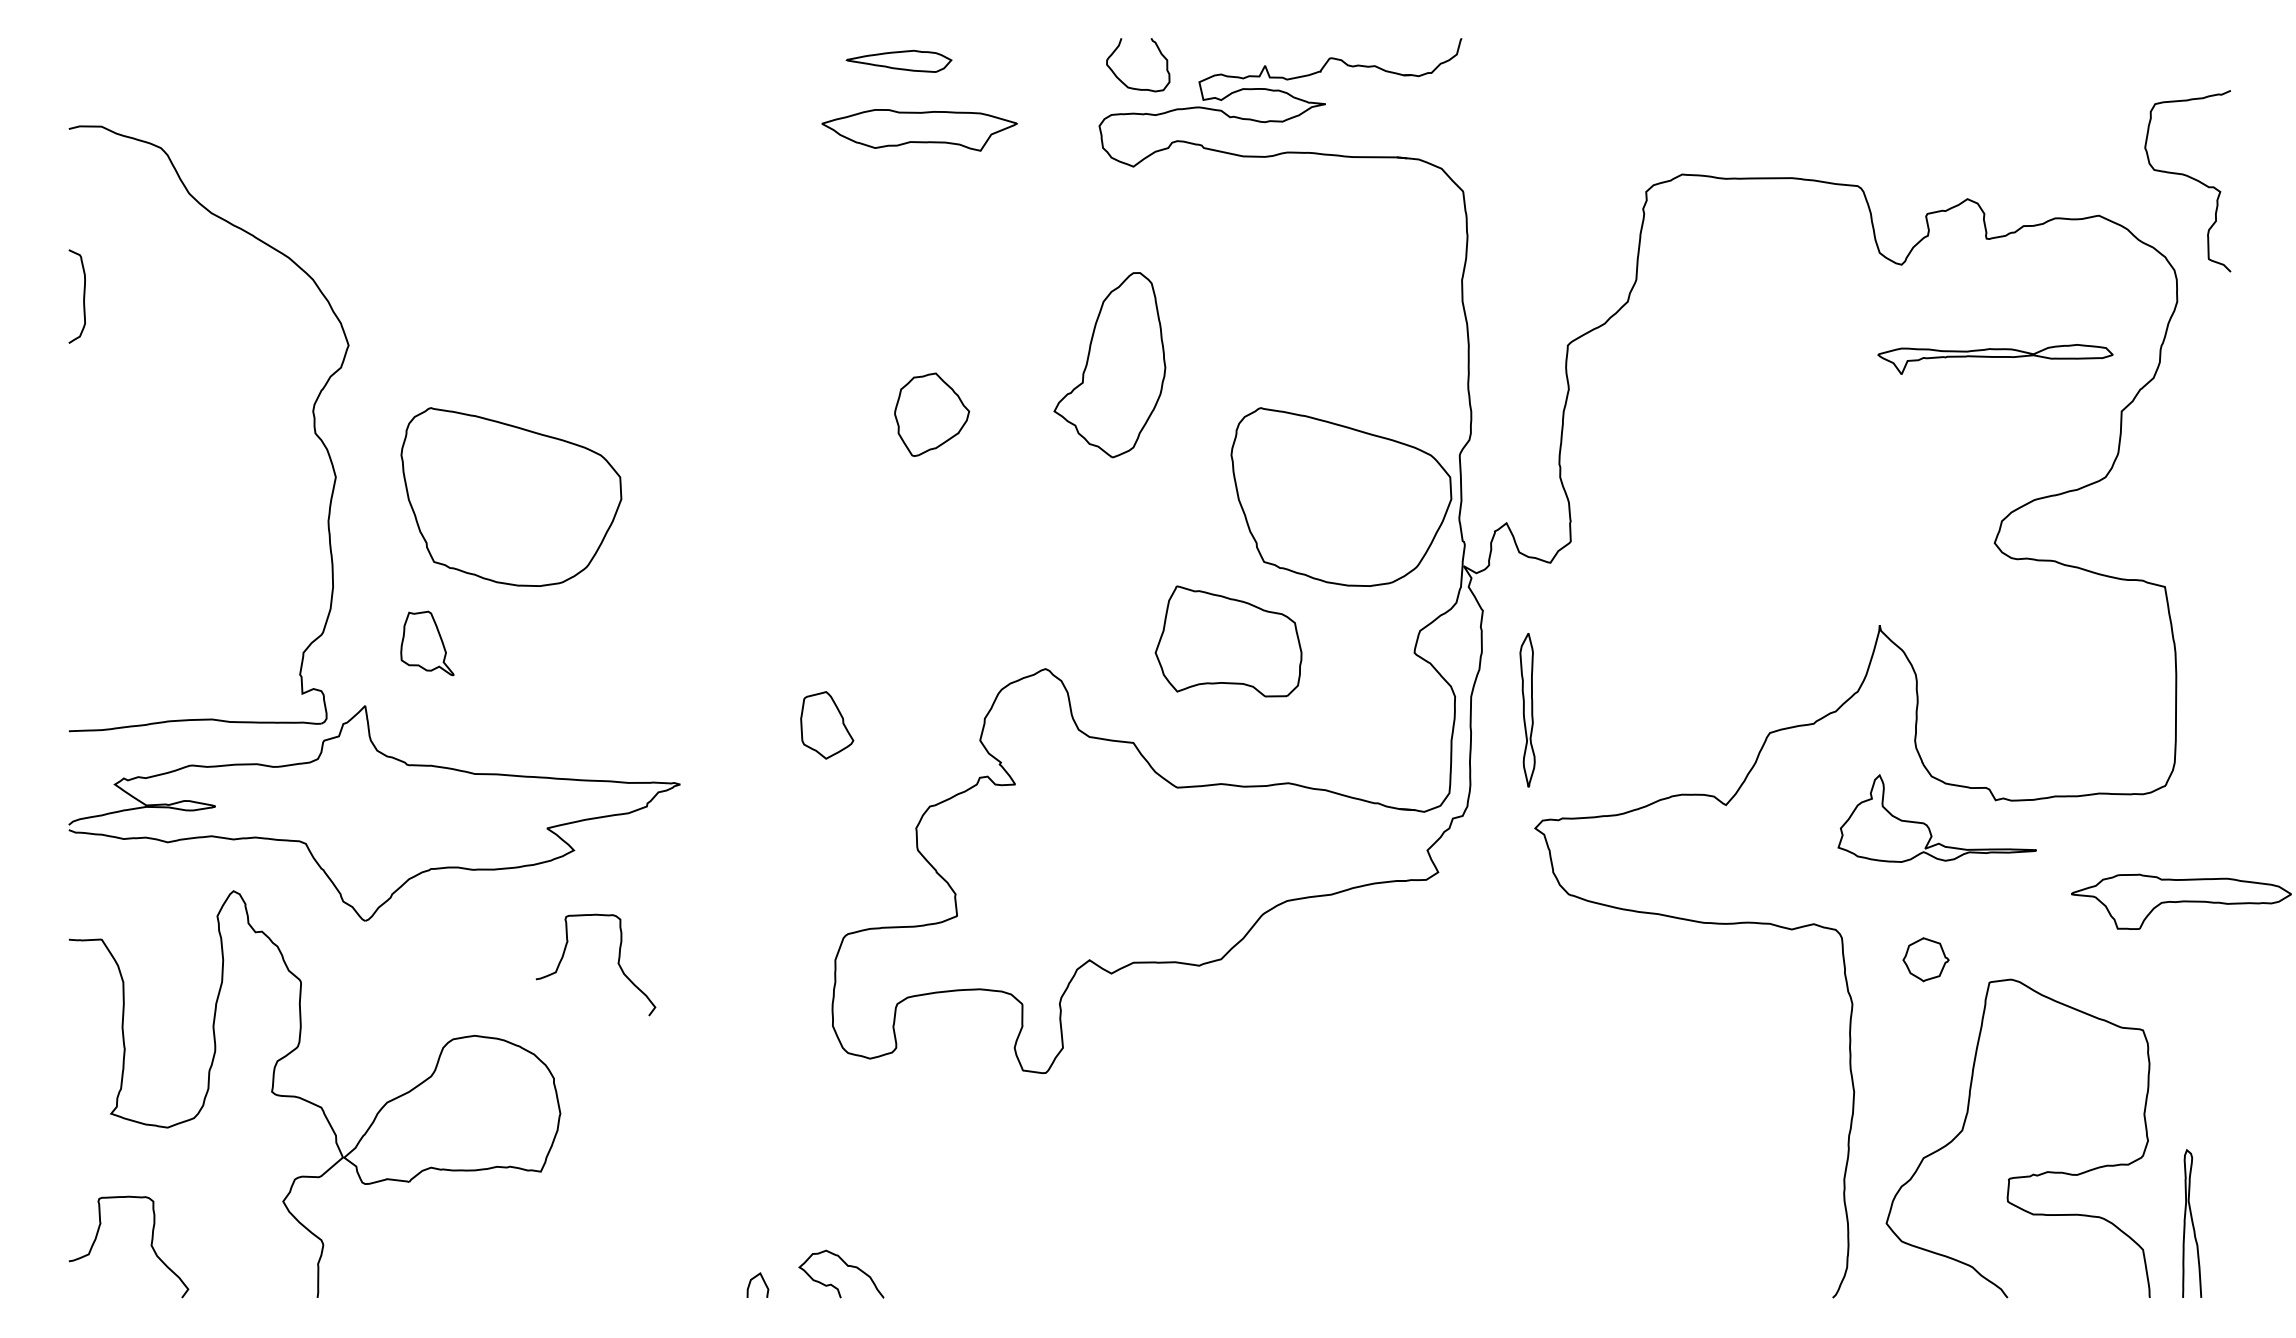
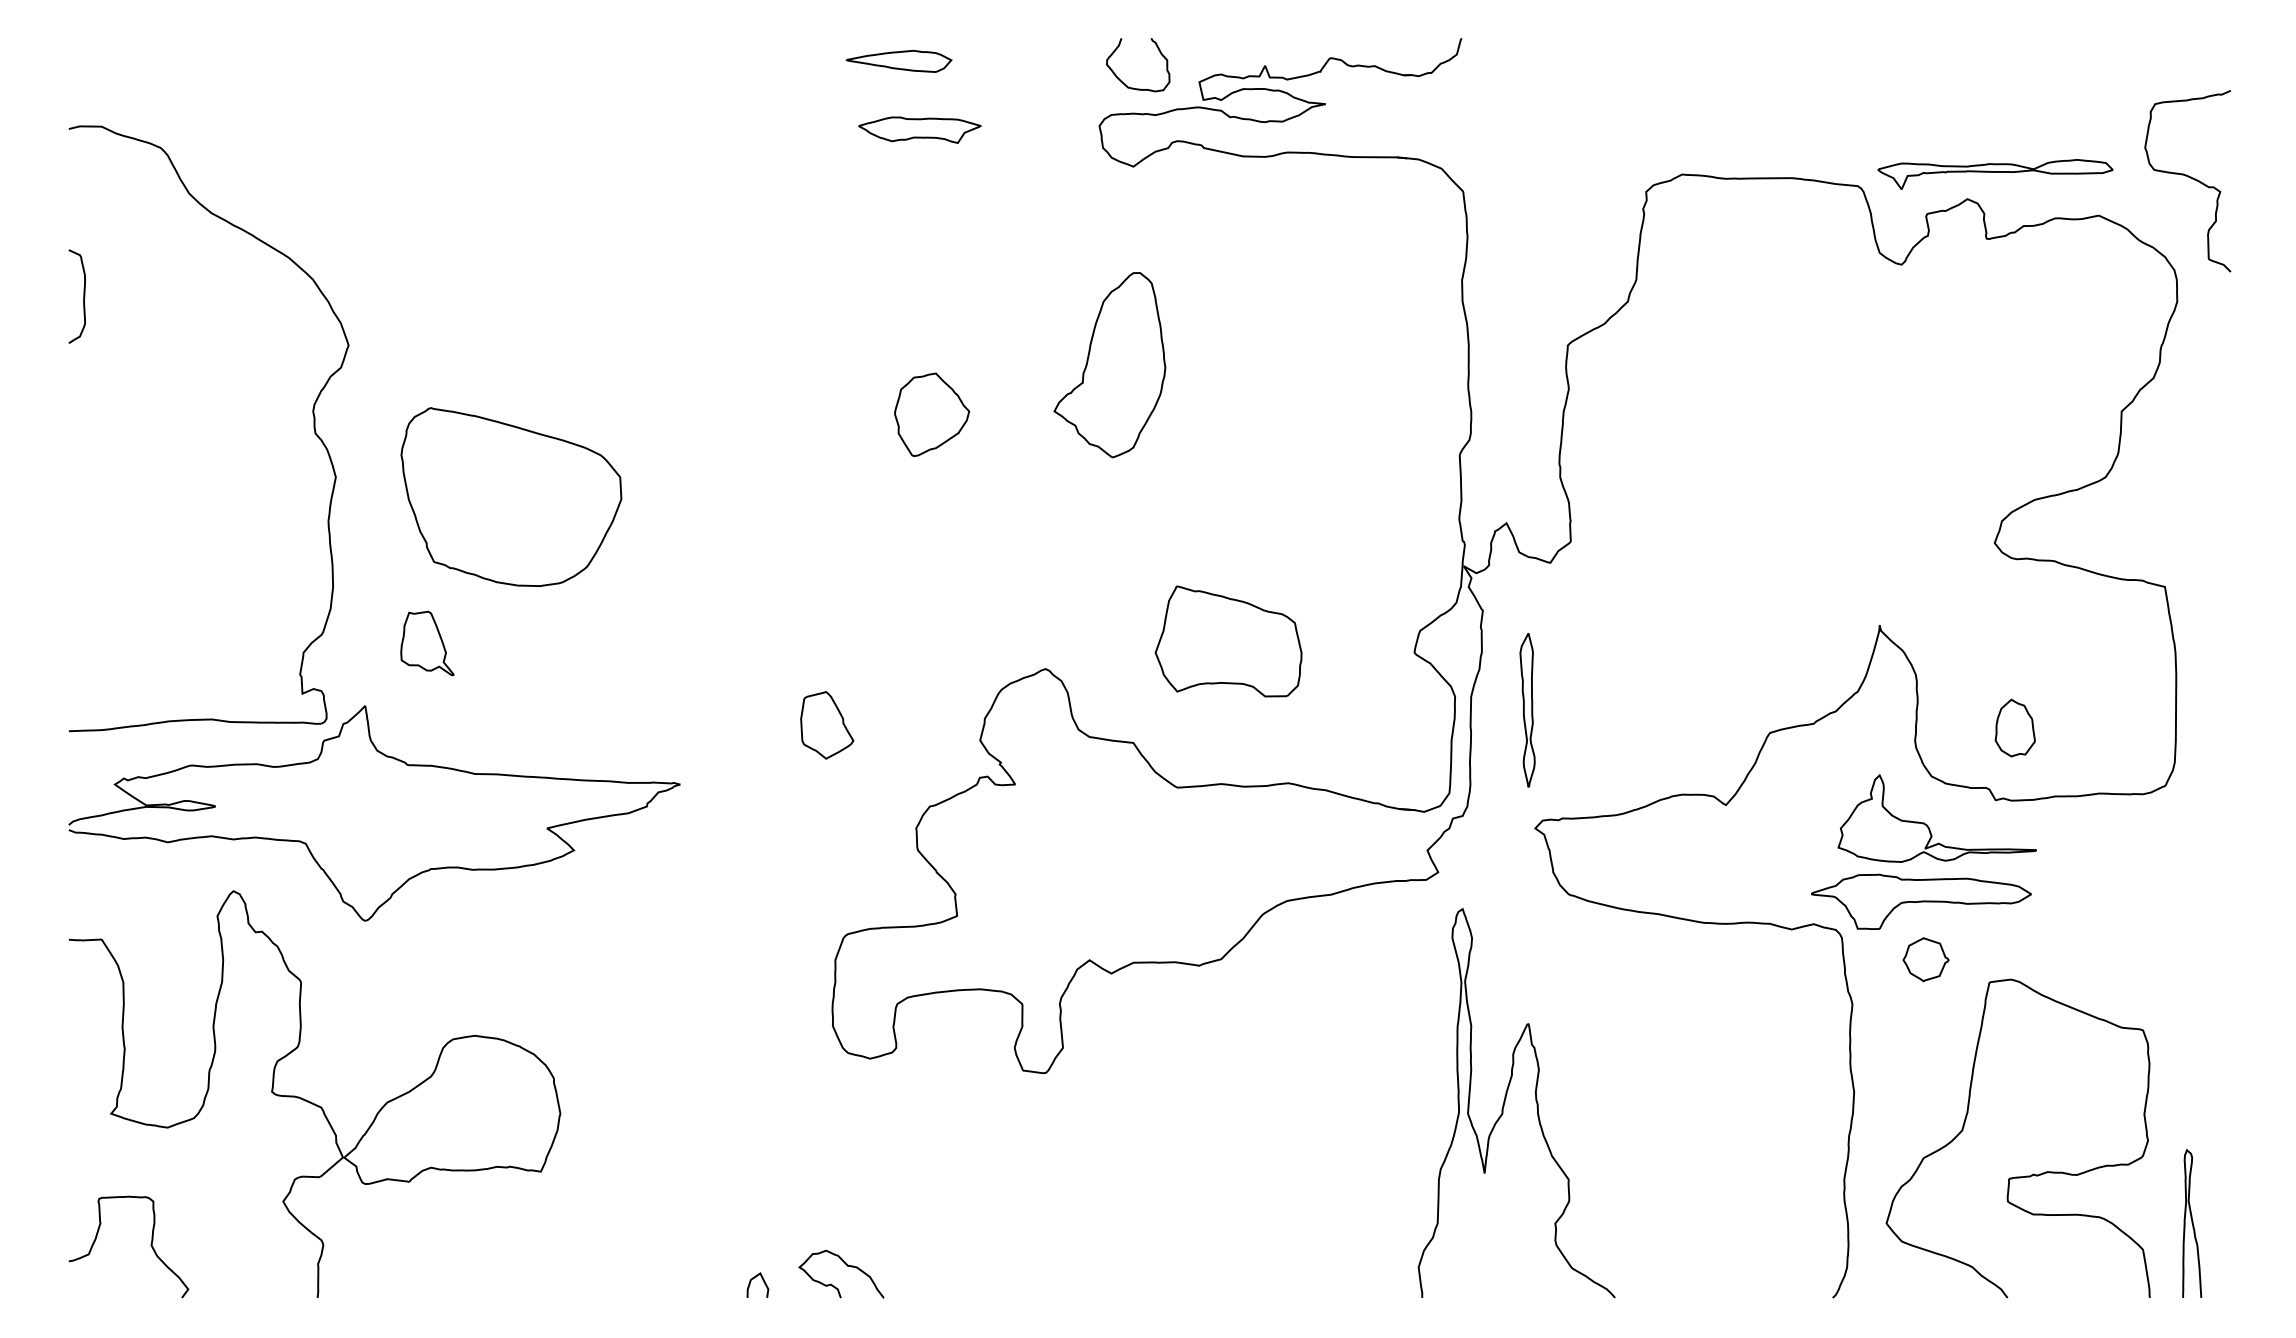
part at (919, 130) size: 198x43 px -> 124x28 px
part at (1995, 359) position: (1995, 359) -> (1995, 174)
part at (1341, 496): present -> none
part at (2014, 727): none -> present
part at (2181, 901) position: (2181, 901) -> (1921, 901)
curve at (617, 963): present -> none
curve at (1505, 1102): none -> present
